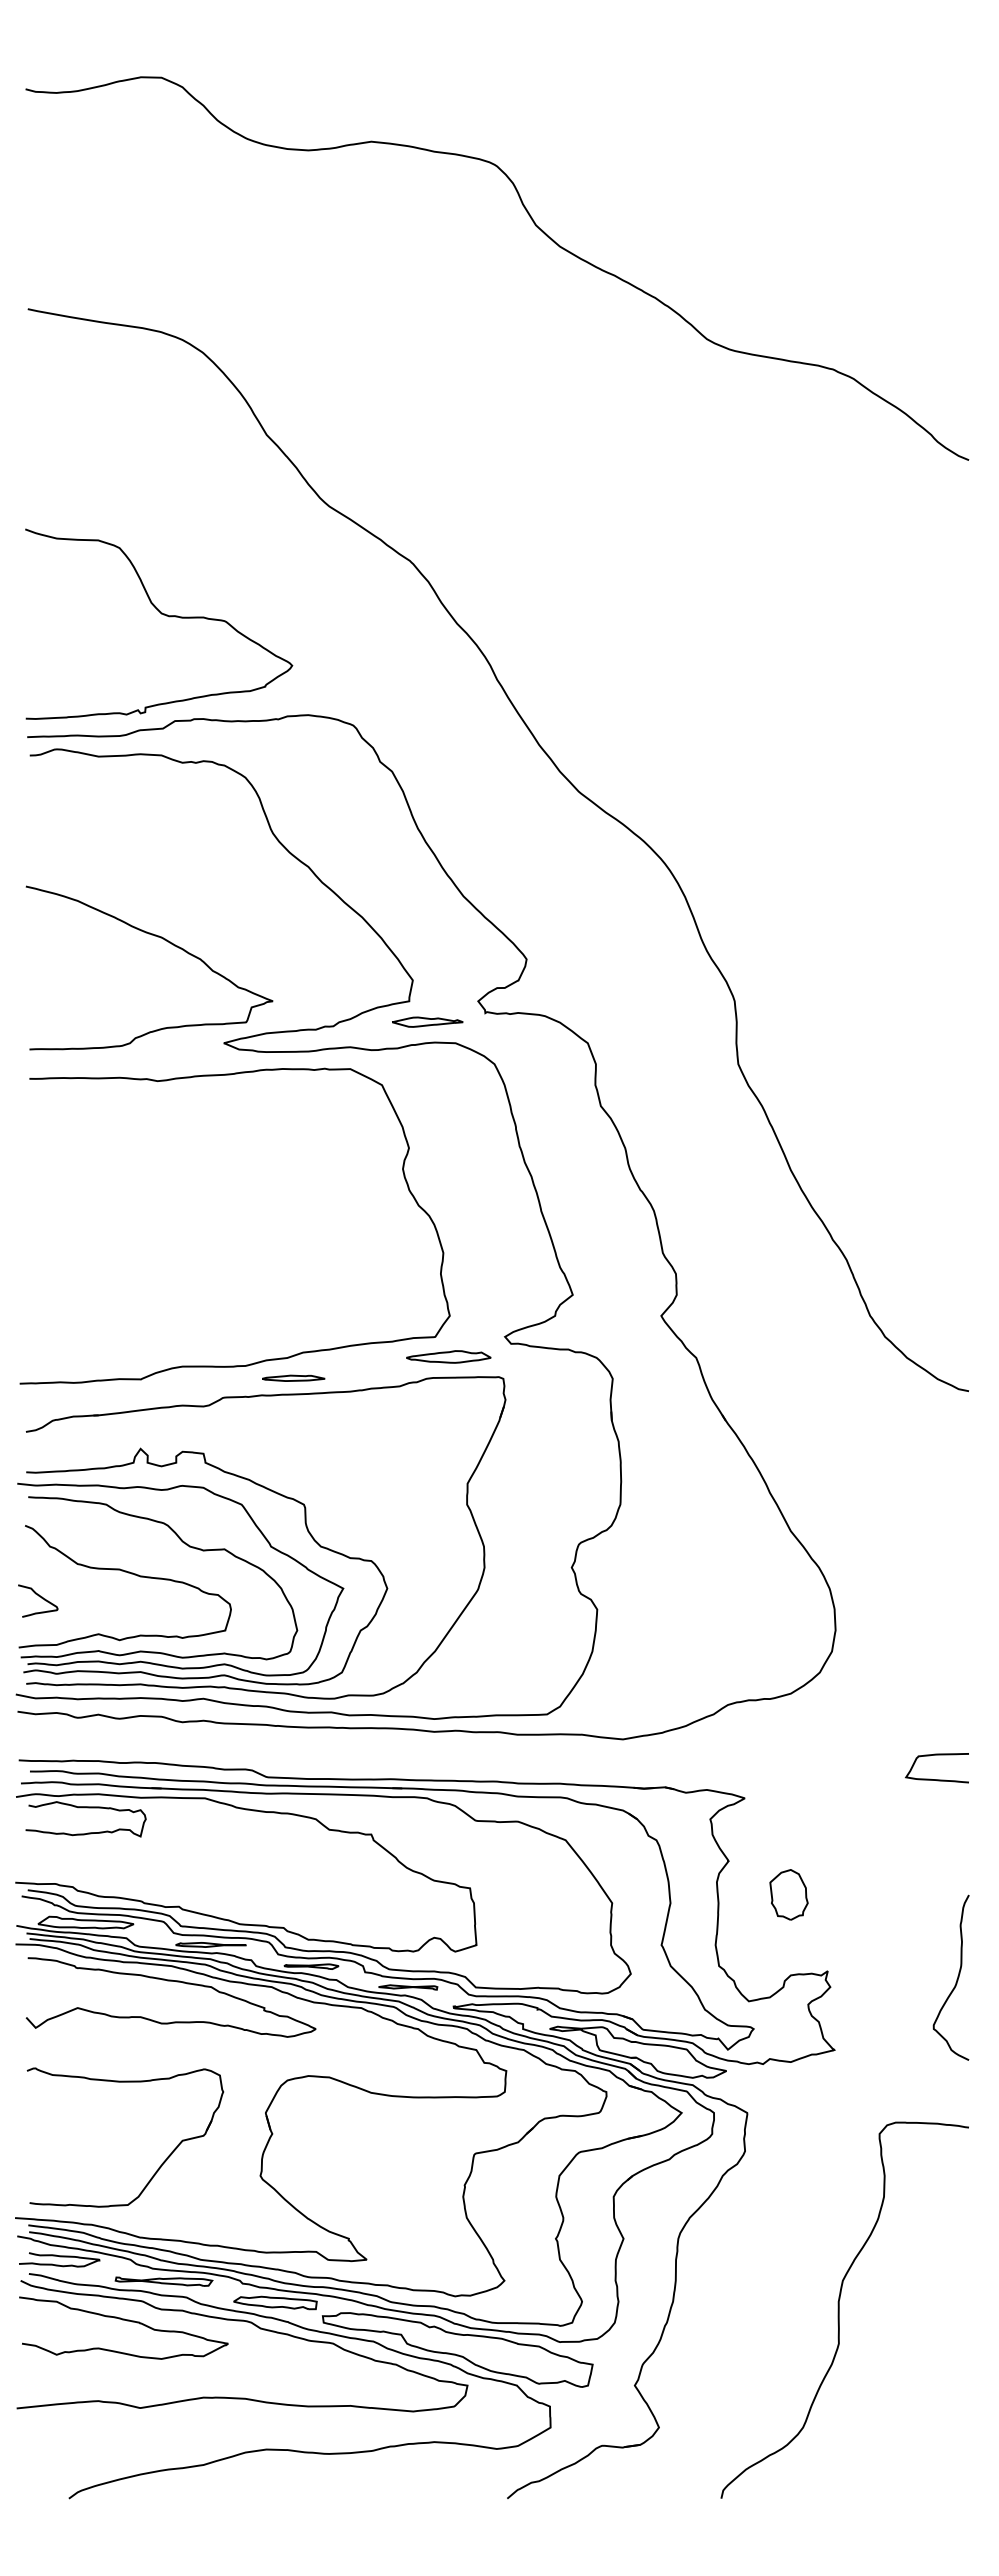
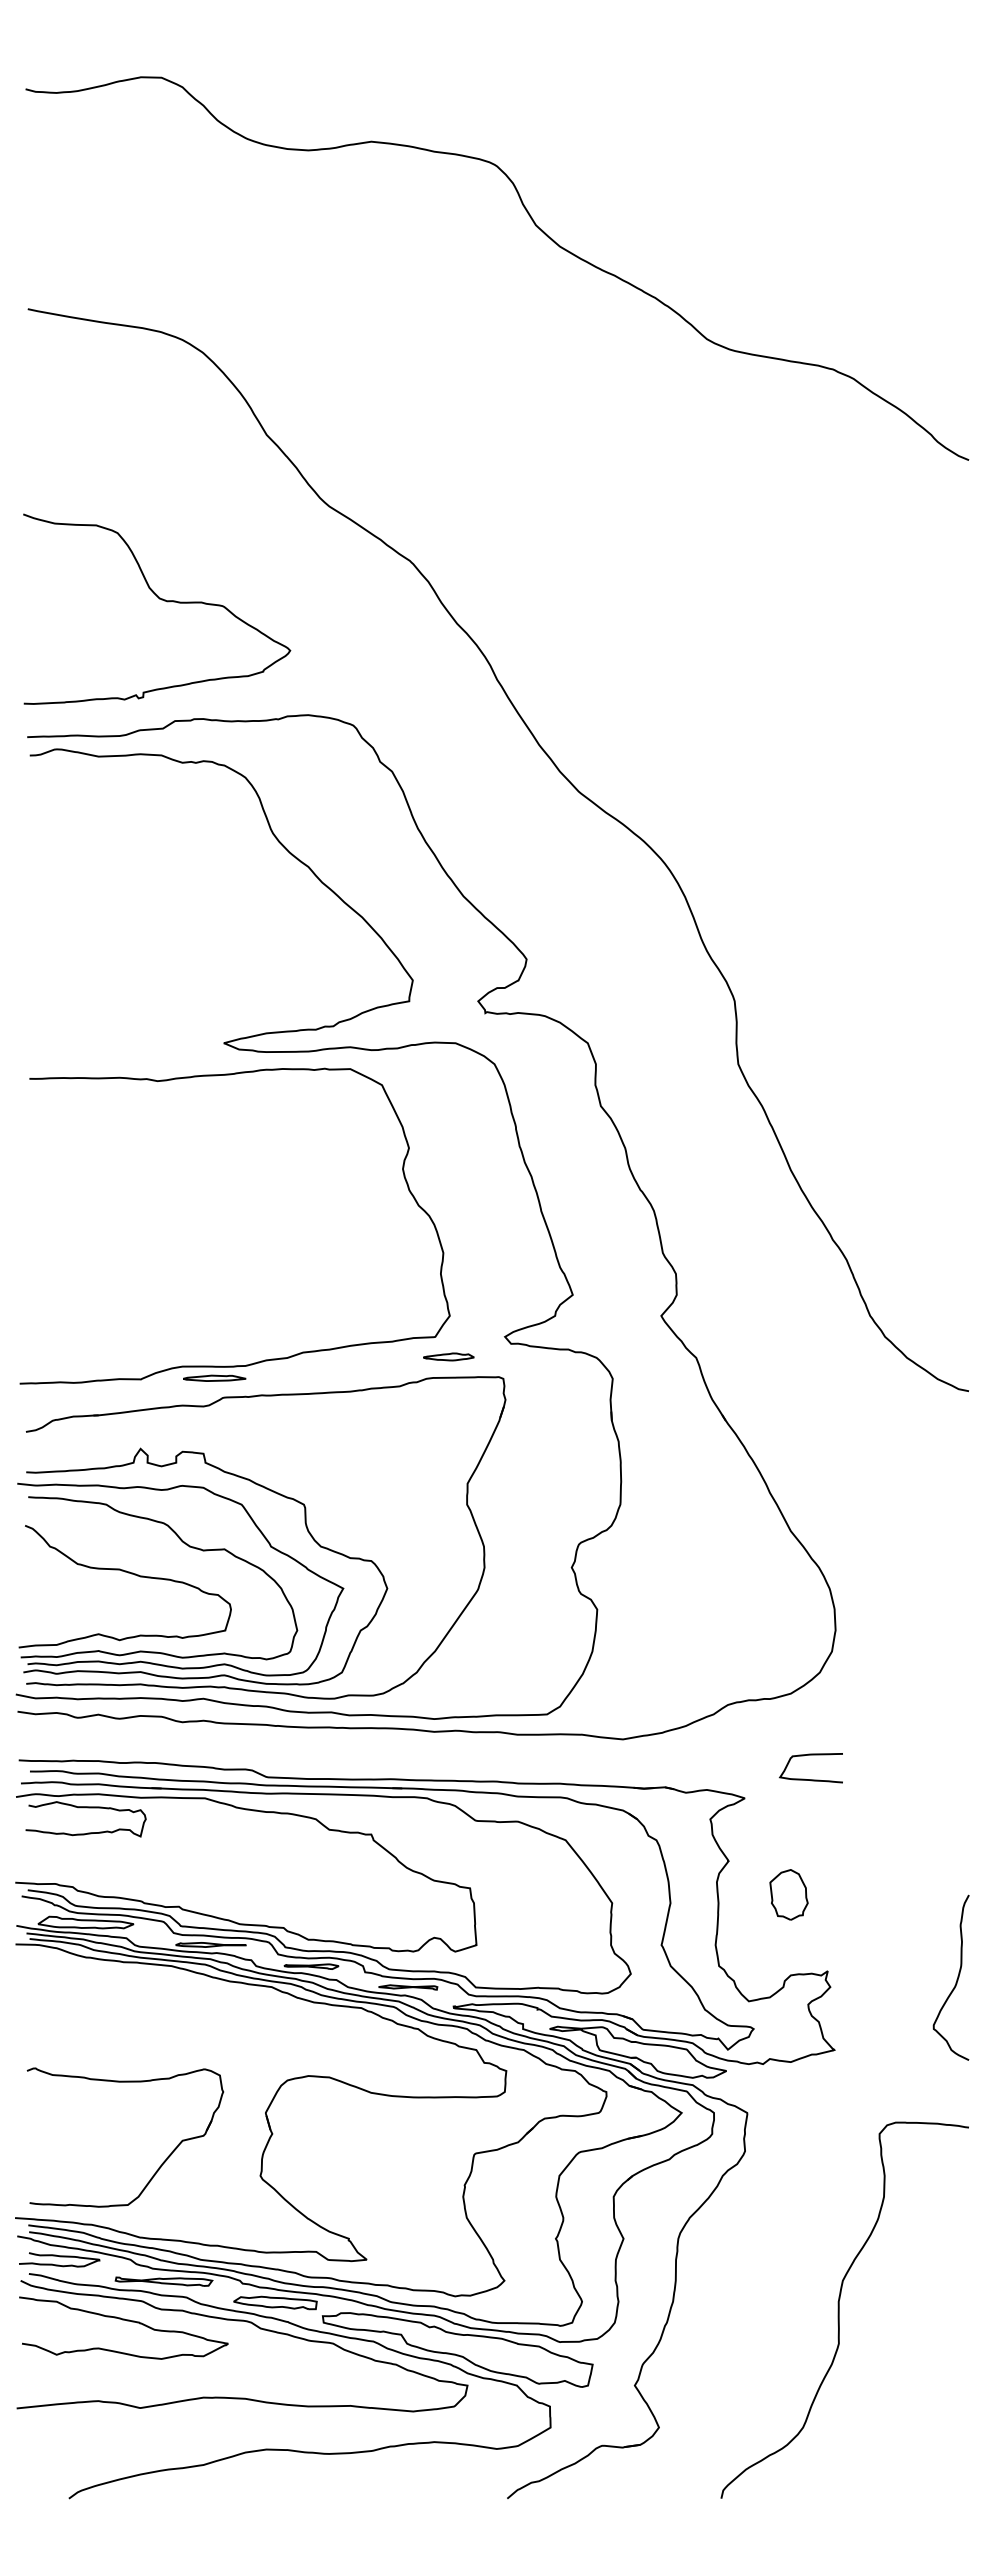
curve at (163, 615) position: (163, 615) -> (161, 600)
curve at (162, 939): present -> none
part at (427, 1021): present -> none
part at (448, 1356) size: 86x14 px -> 52x10 px
part at (293, 1377) position: (293, 1377) -> (214, 1377)
curve at (40, 1597): present -> none
curve at (936, 1779) position: (936, 1779) -> (810, 1779)
curve at (170, 1981): present -> none
